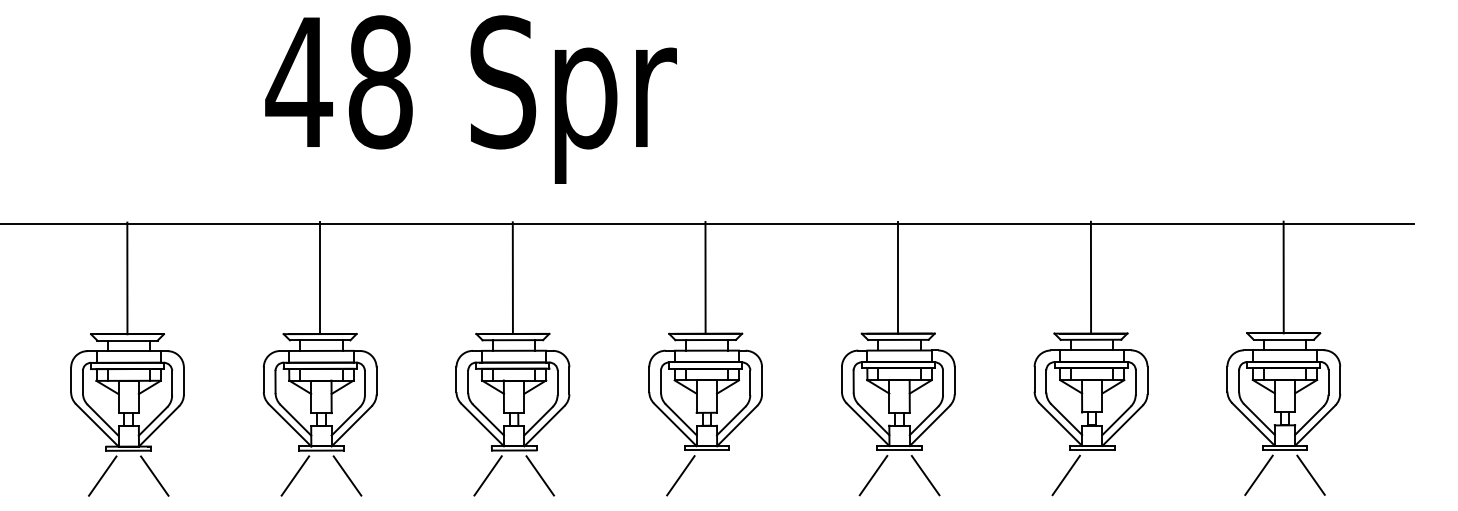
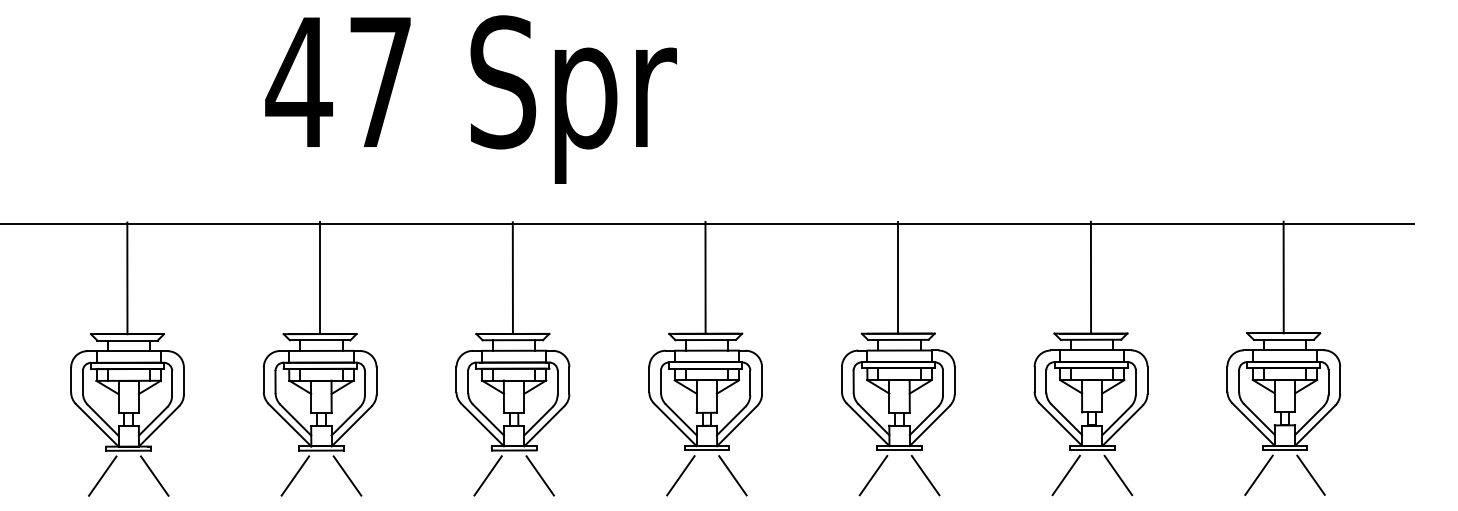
text at (380, 82): 48 -> 47
line at (732, 475): none -> present
line at (1118, 475): none -> present
